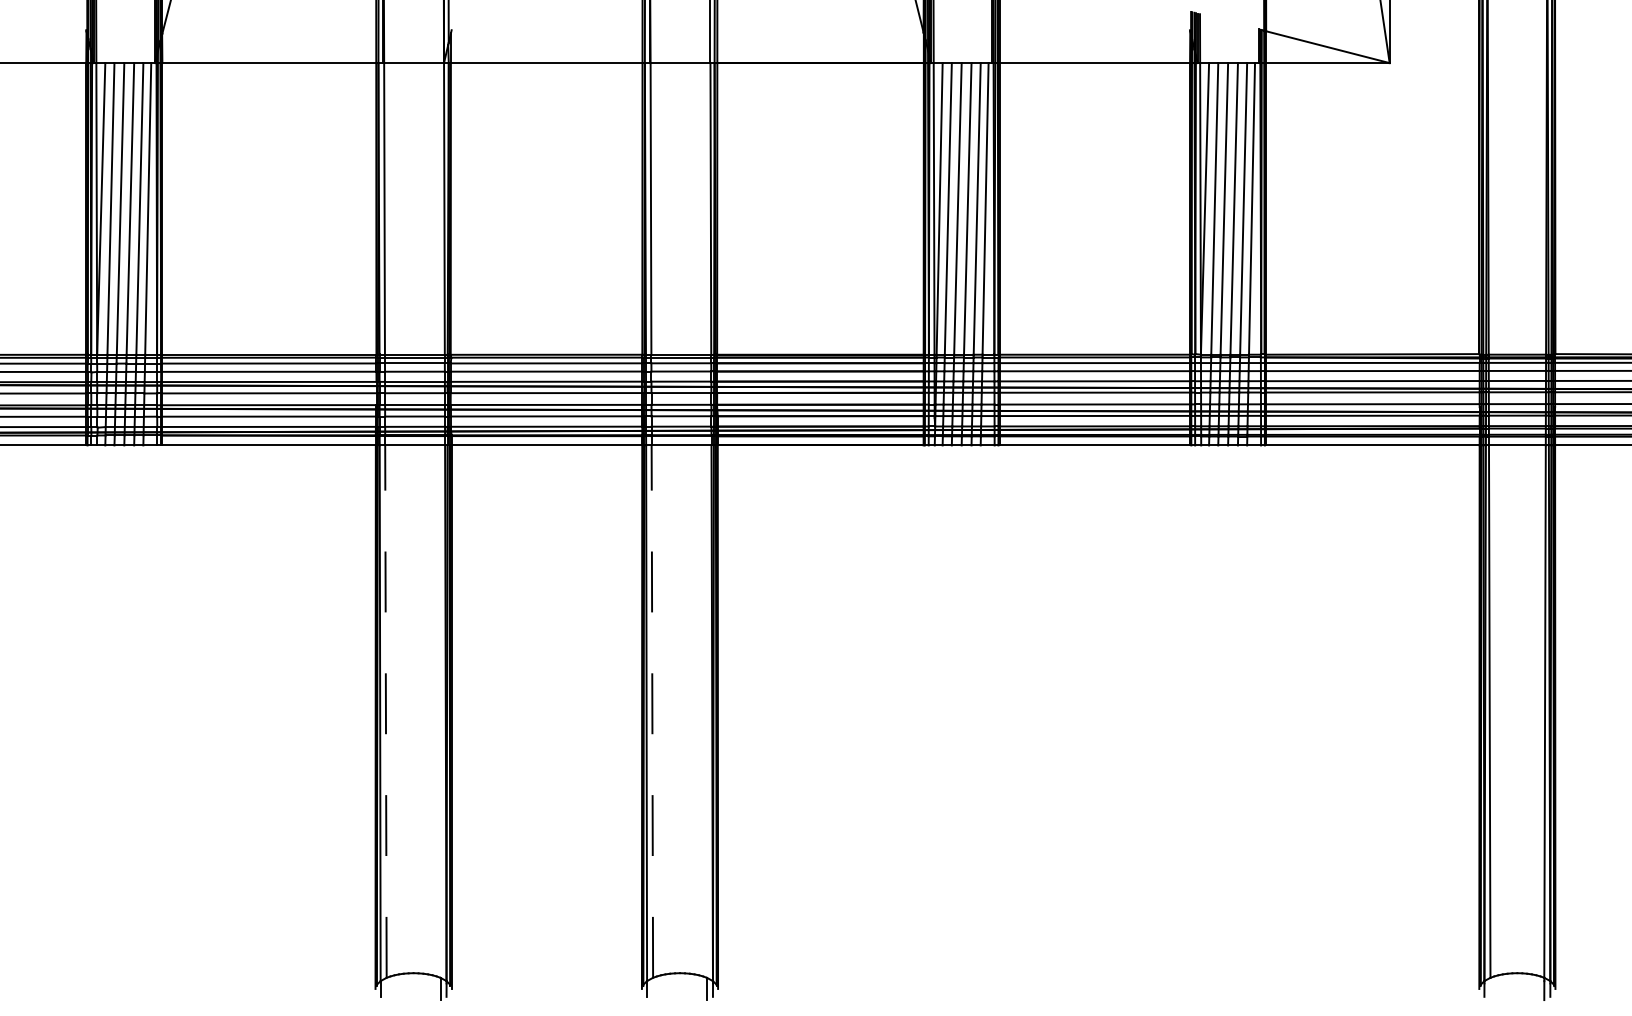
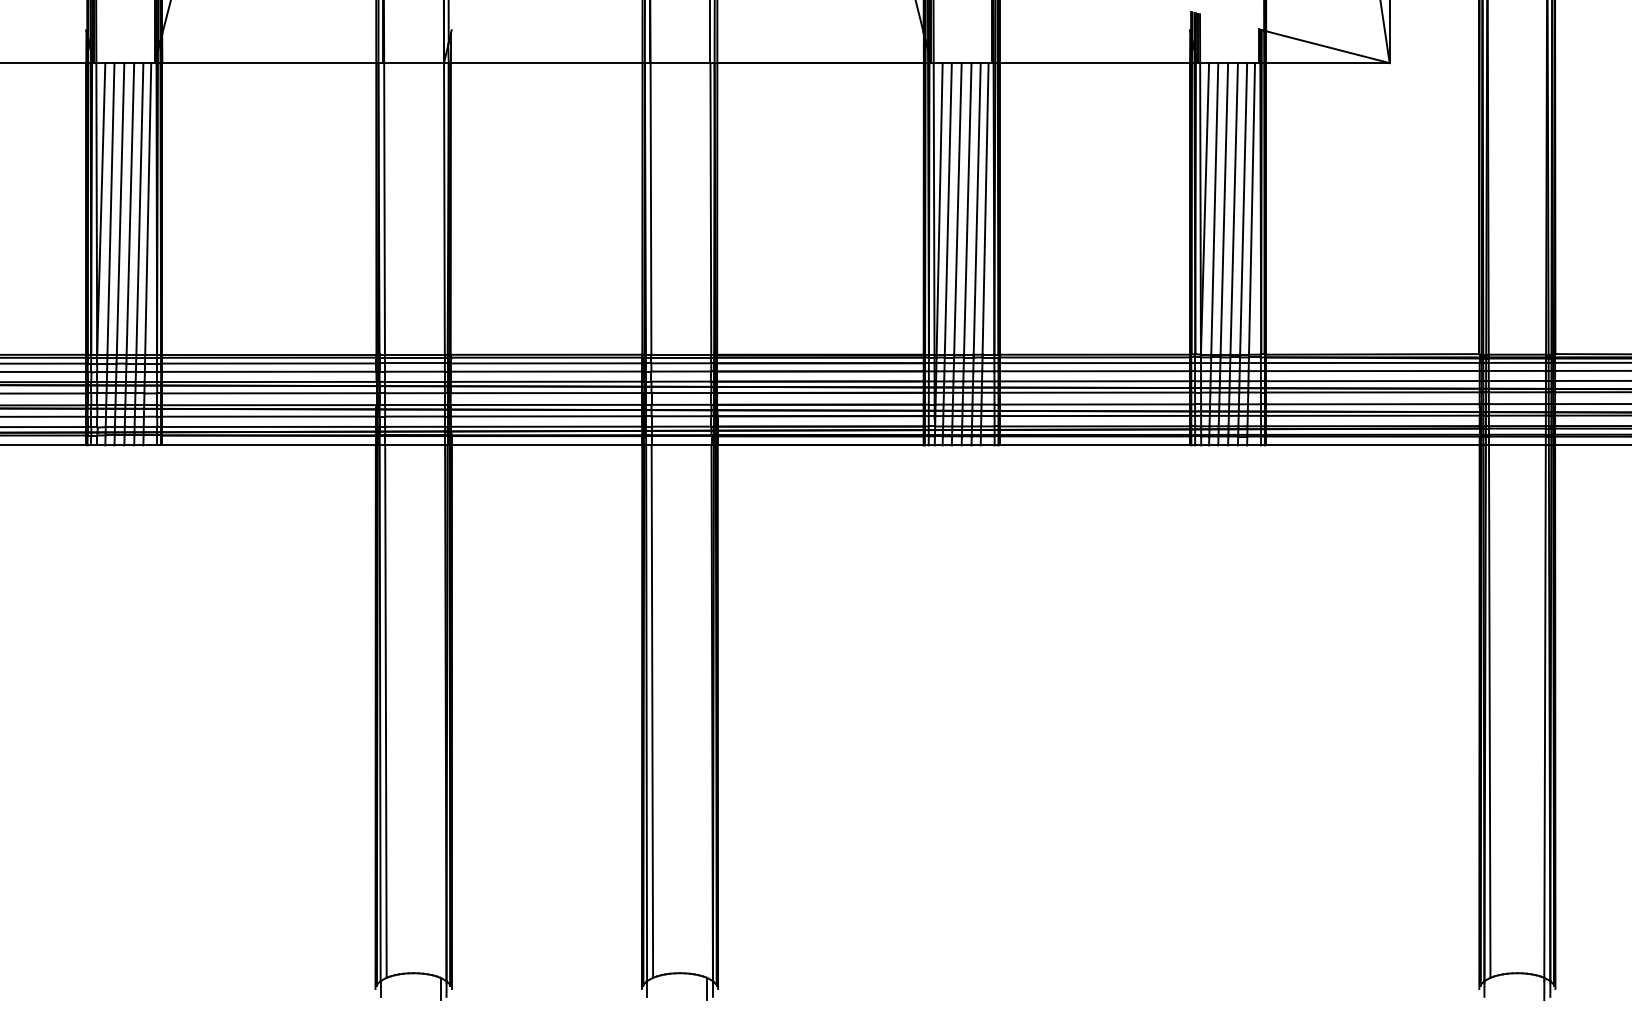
line at (385, 711): dashed -> solid
line at (652, 711): dashed -> solid
